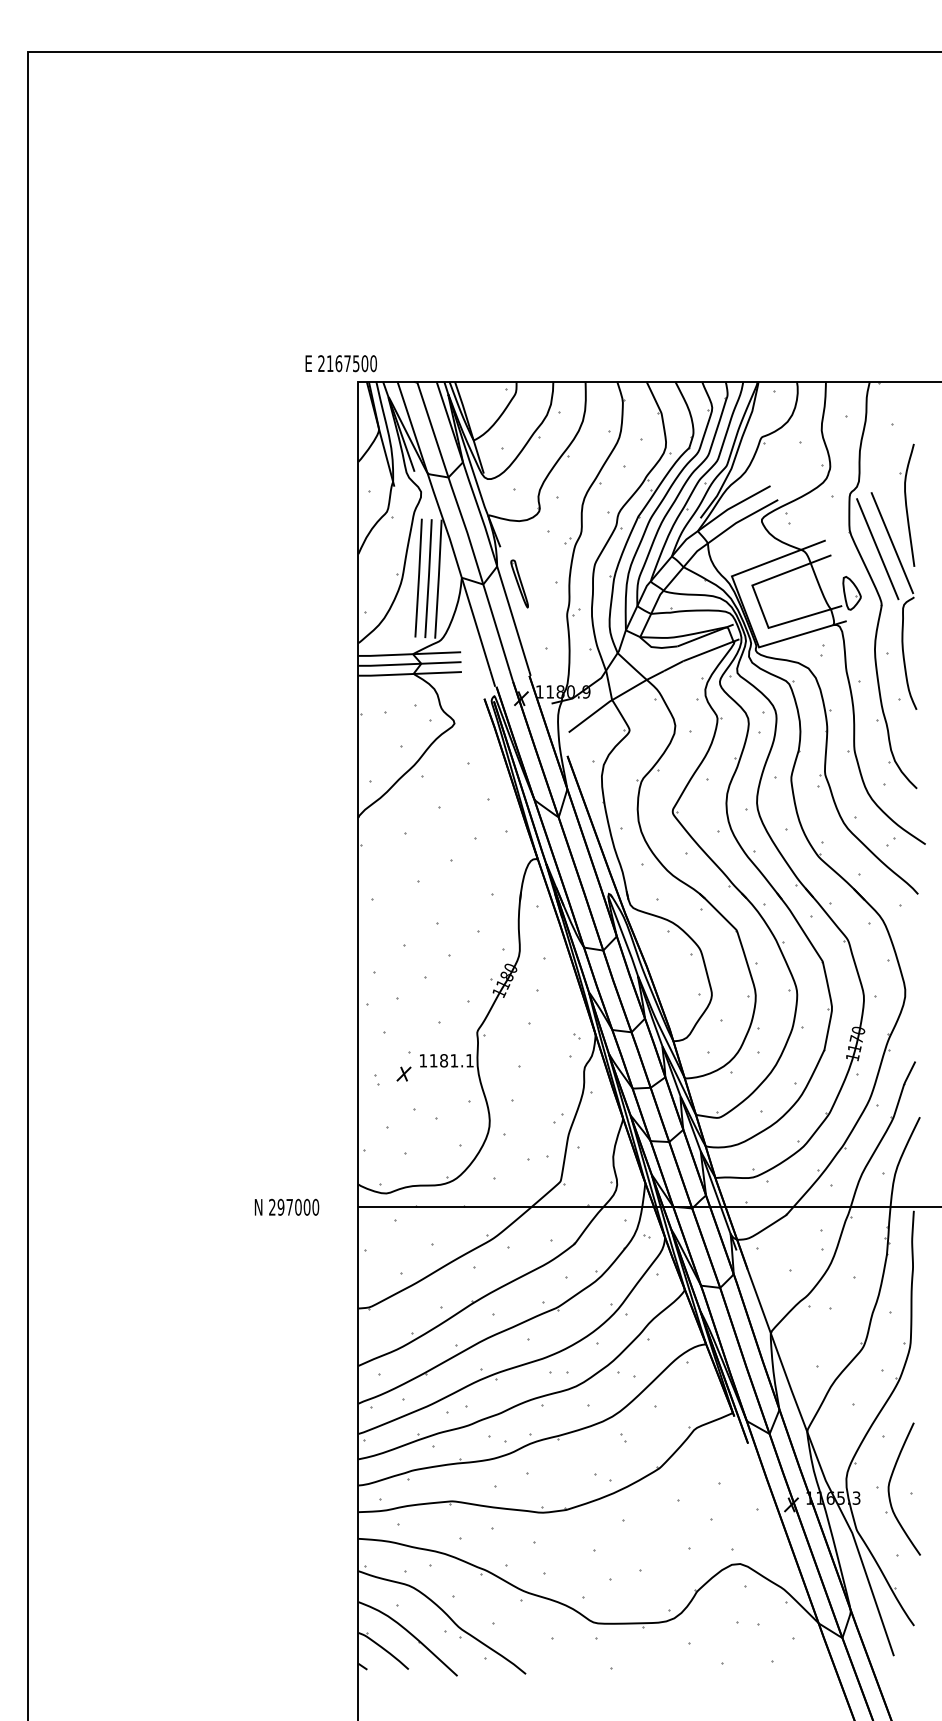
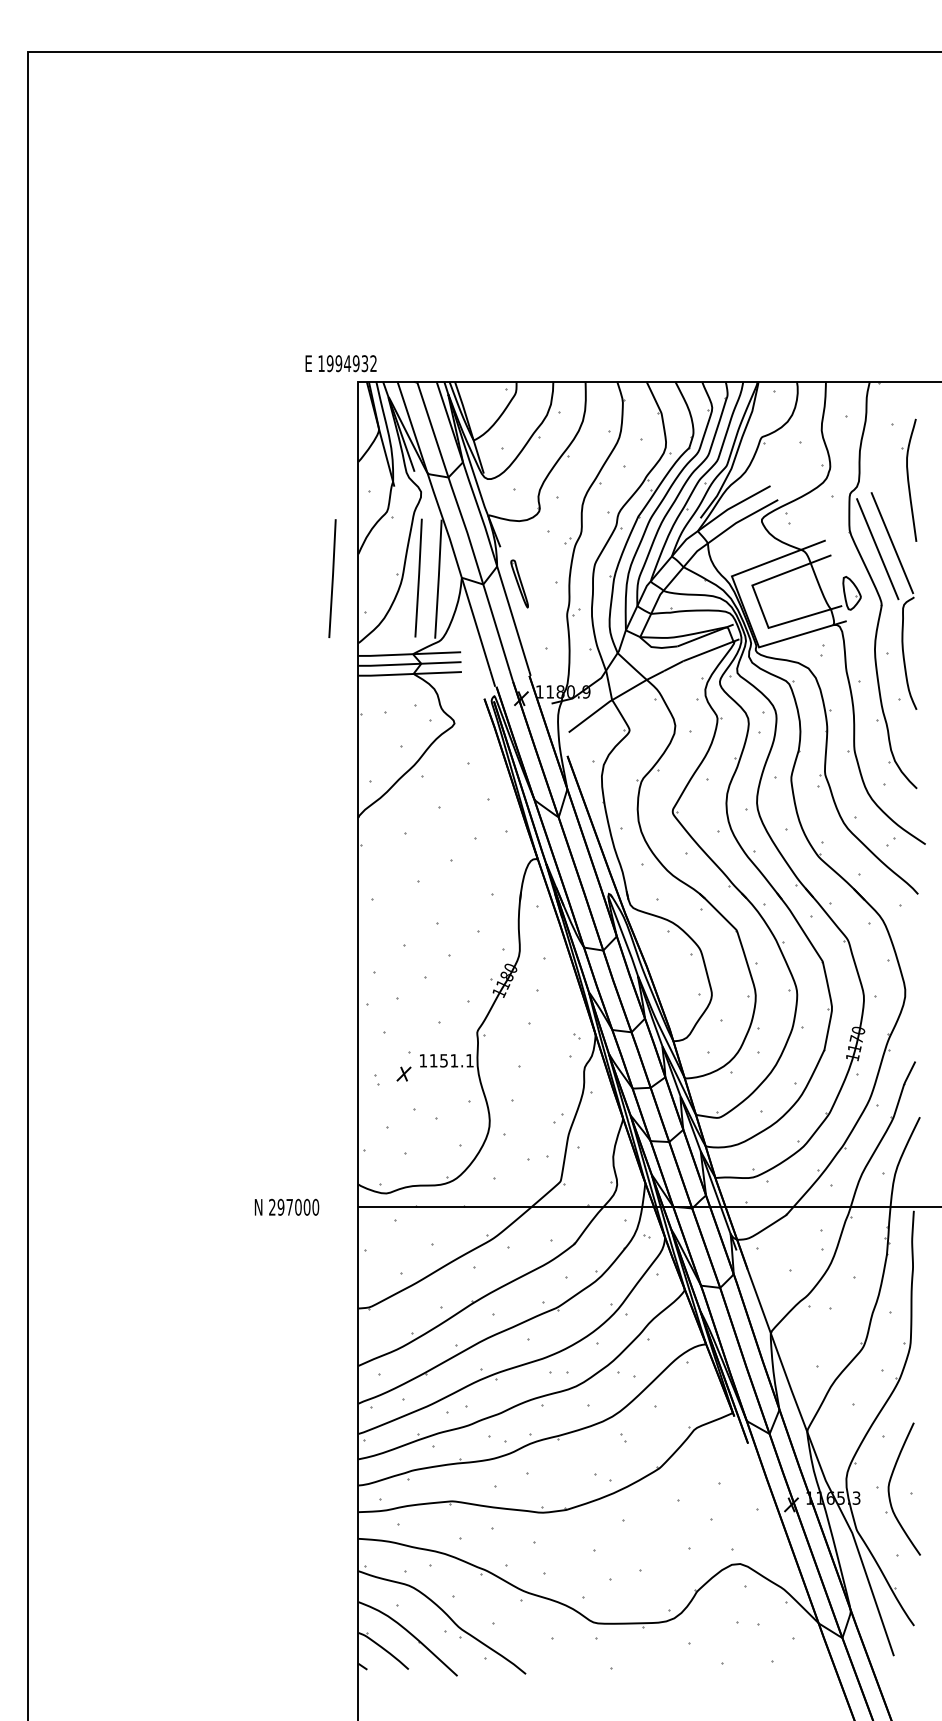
text at (347, 363): 2167500 -> 1994932
part at (907, 504) position: (907, 504) -> (909, 479)
line at (428, 578) position: (428, 578) -> (332, 578)
text at (444, 1060): 1181.1 -> 1151.1
